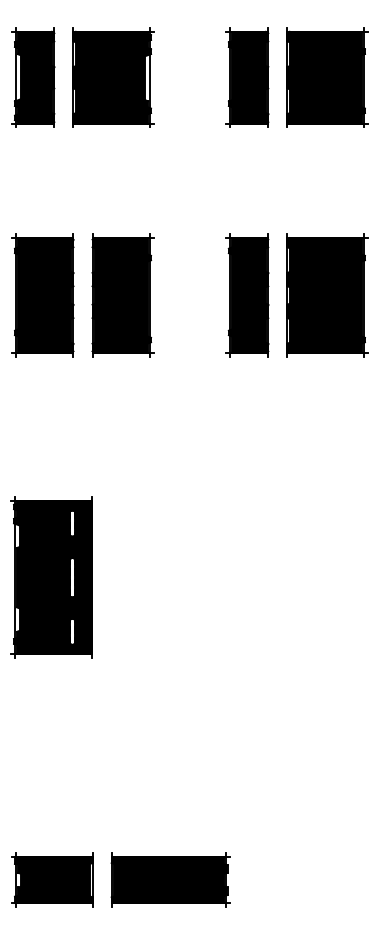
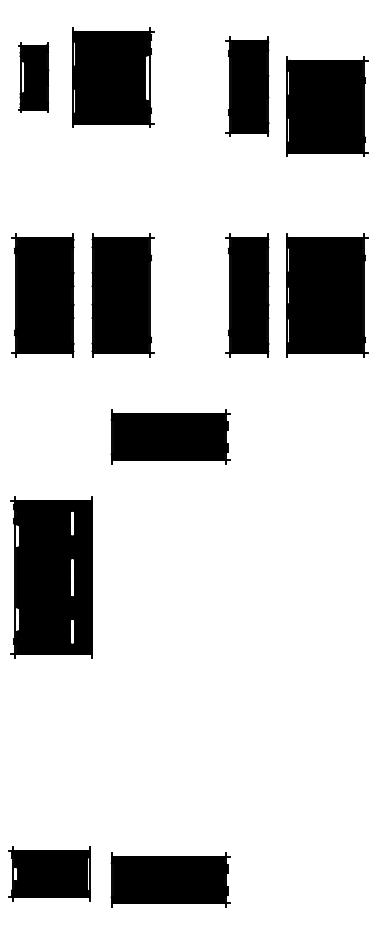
part at (33, 77) size: 45x101 px -> 32x71 px
part at (247, 77) position: (247, 77) -> (247, 86)
part at (327, 77) position: (327, 77) -> (327, 106)
part at (170, 436): none -> present
part at (52, 879) position: (52, 879) -> (49, 873)
